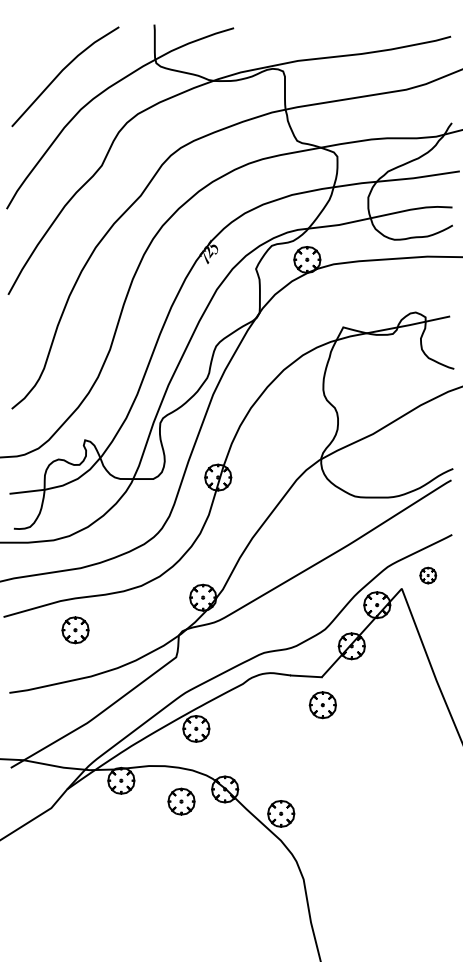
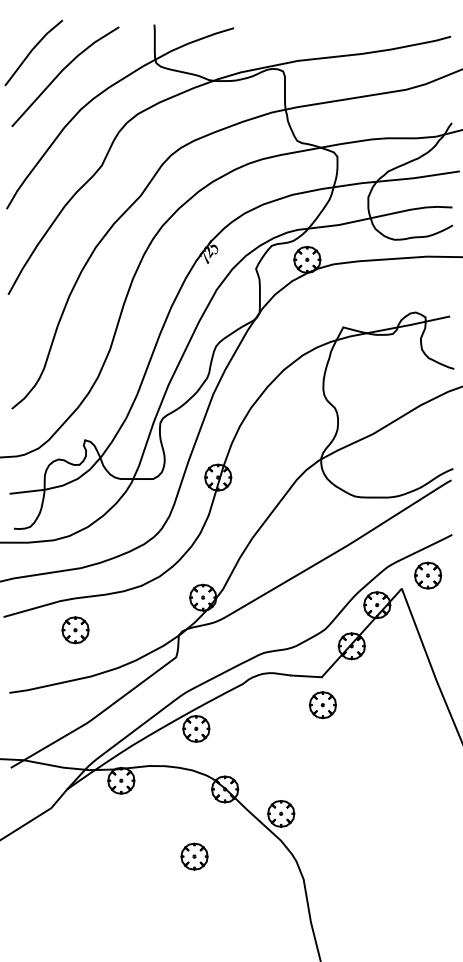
line at (32, 51): none -> present
part at (428, 575) size: 19x19 px -> 29x29 px
part at (181, 801) position: (181, 801) -> (194, 856)
